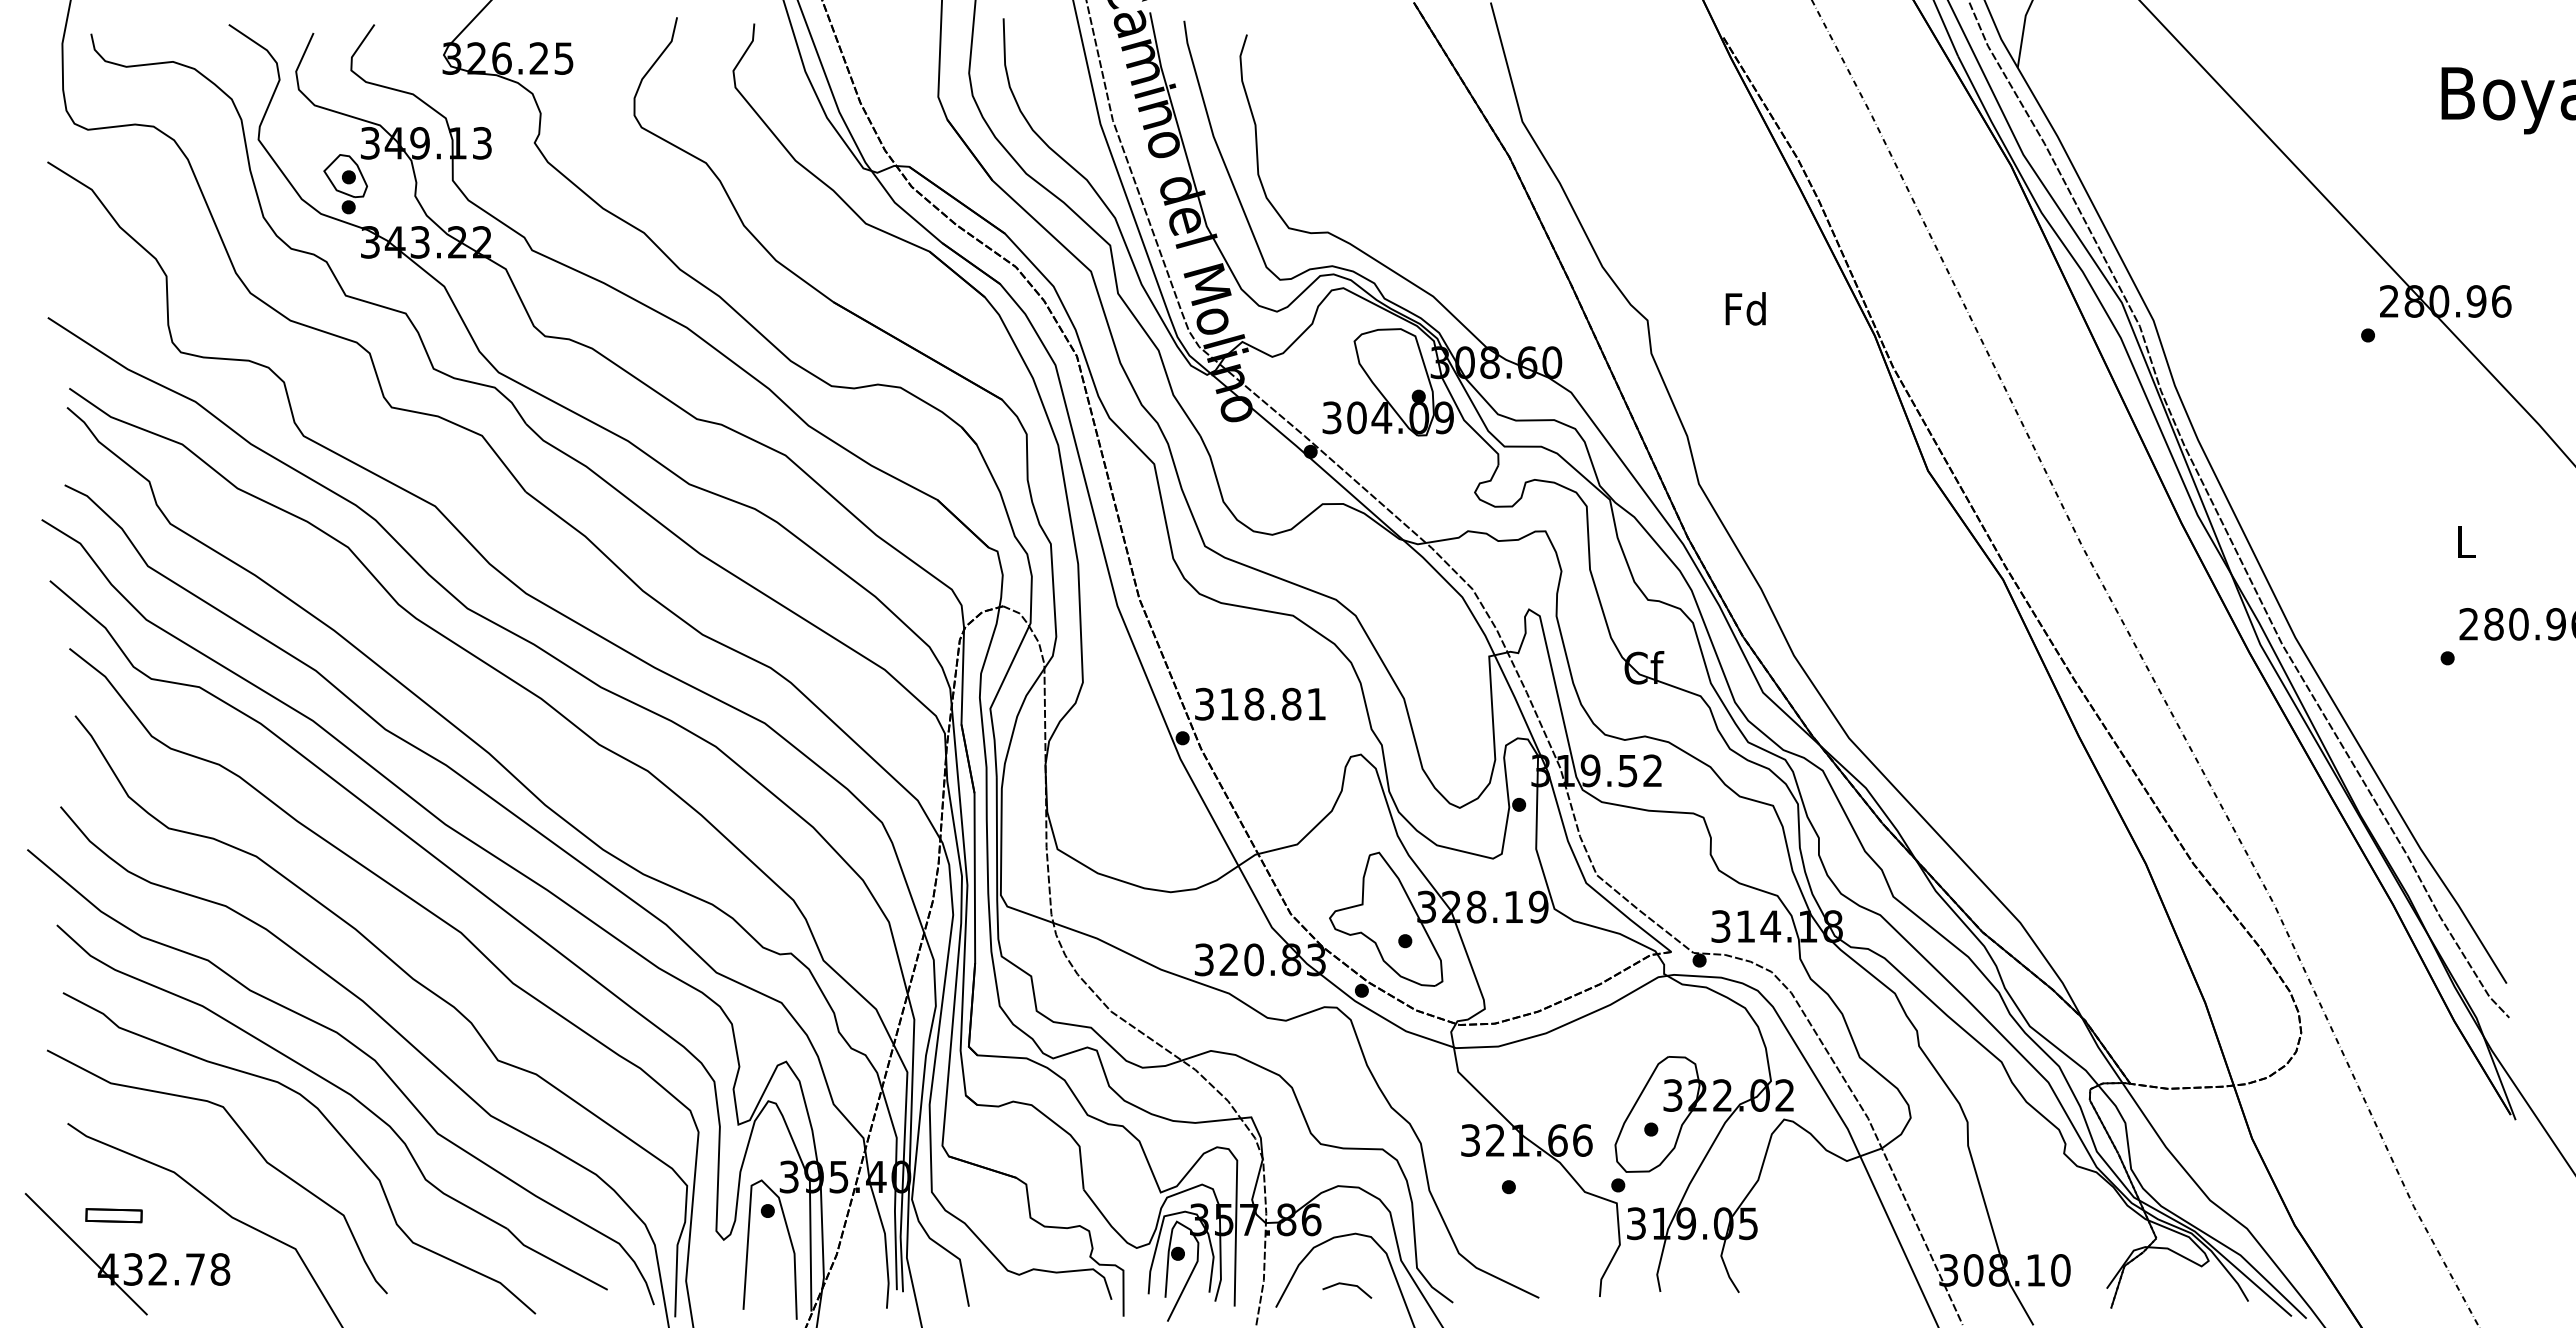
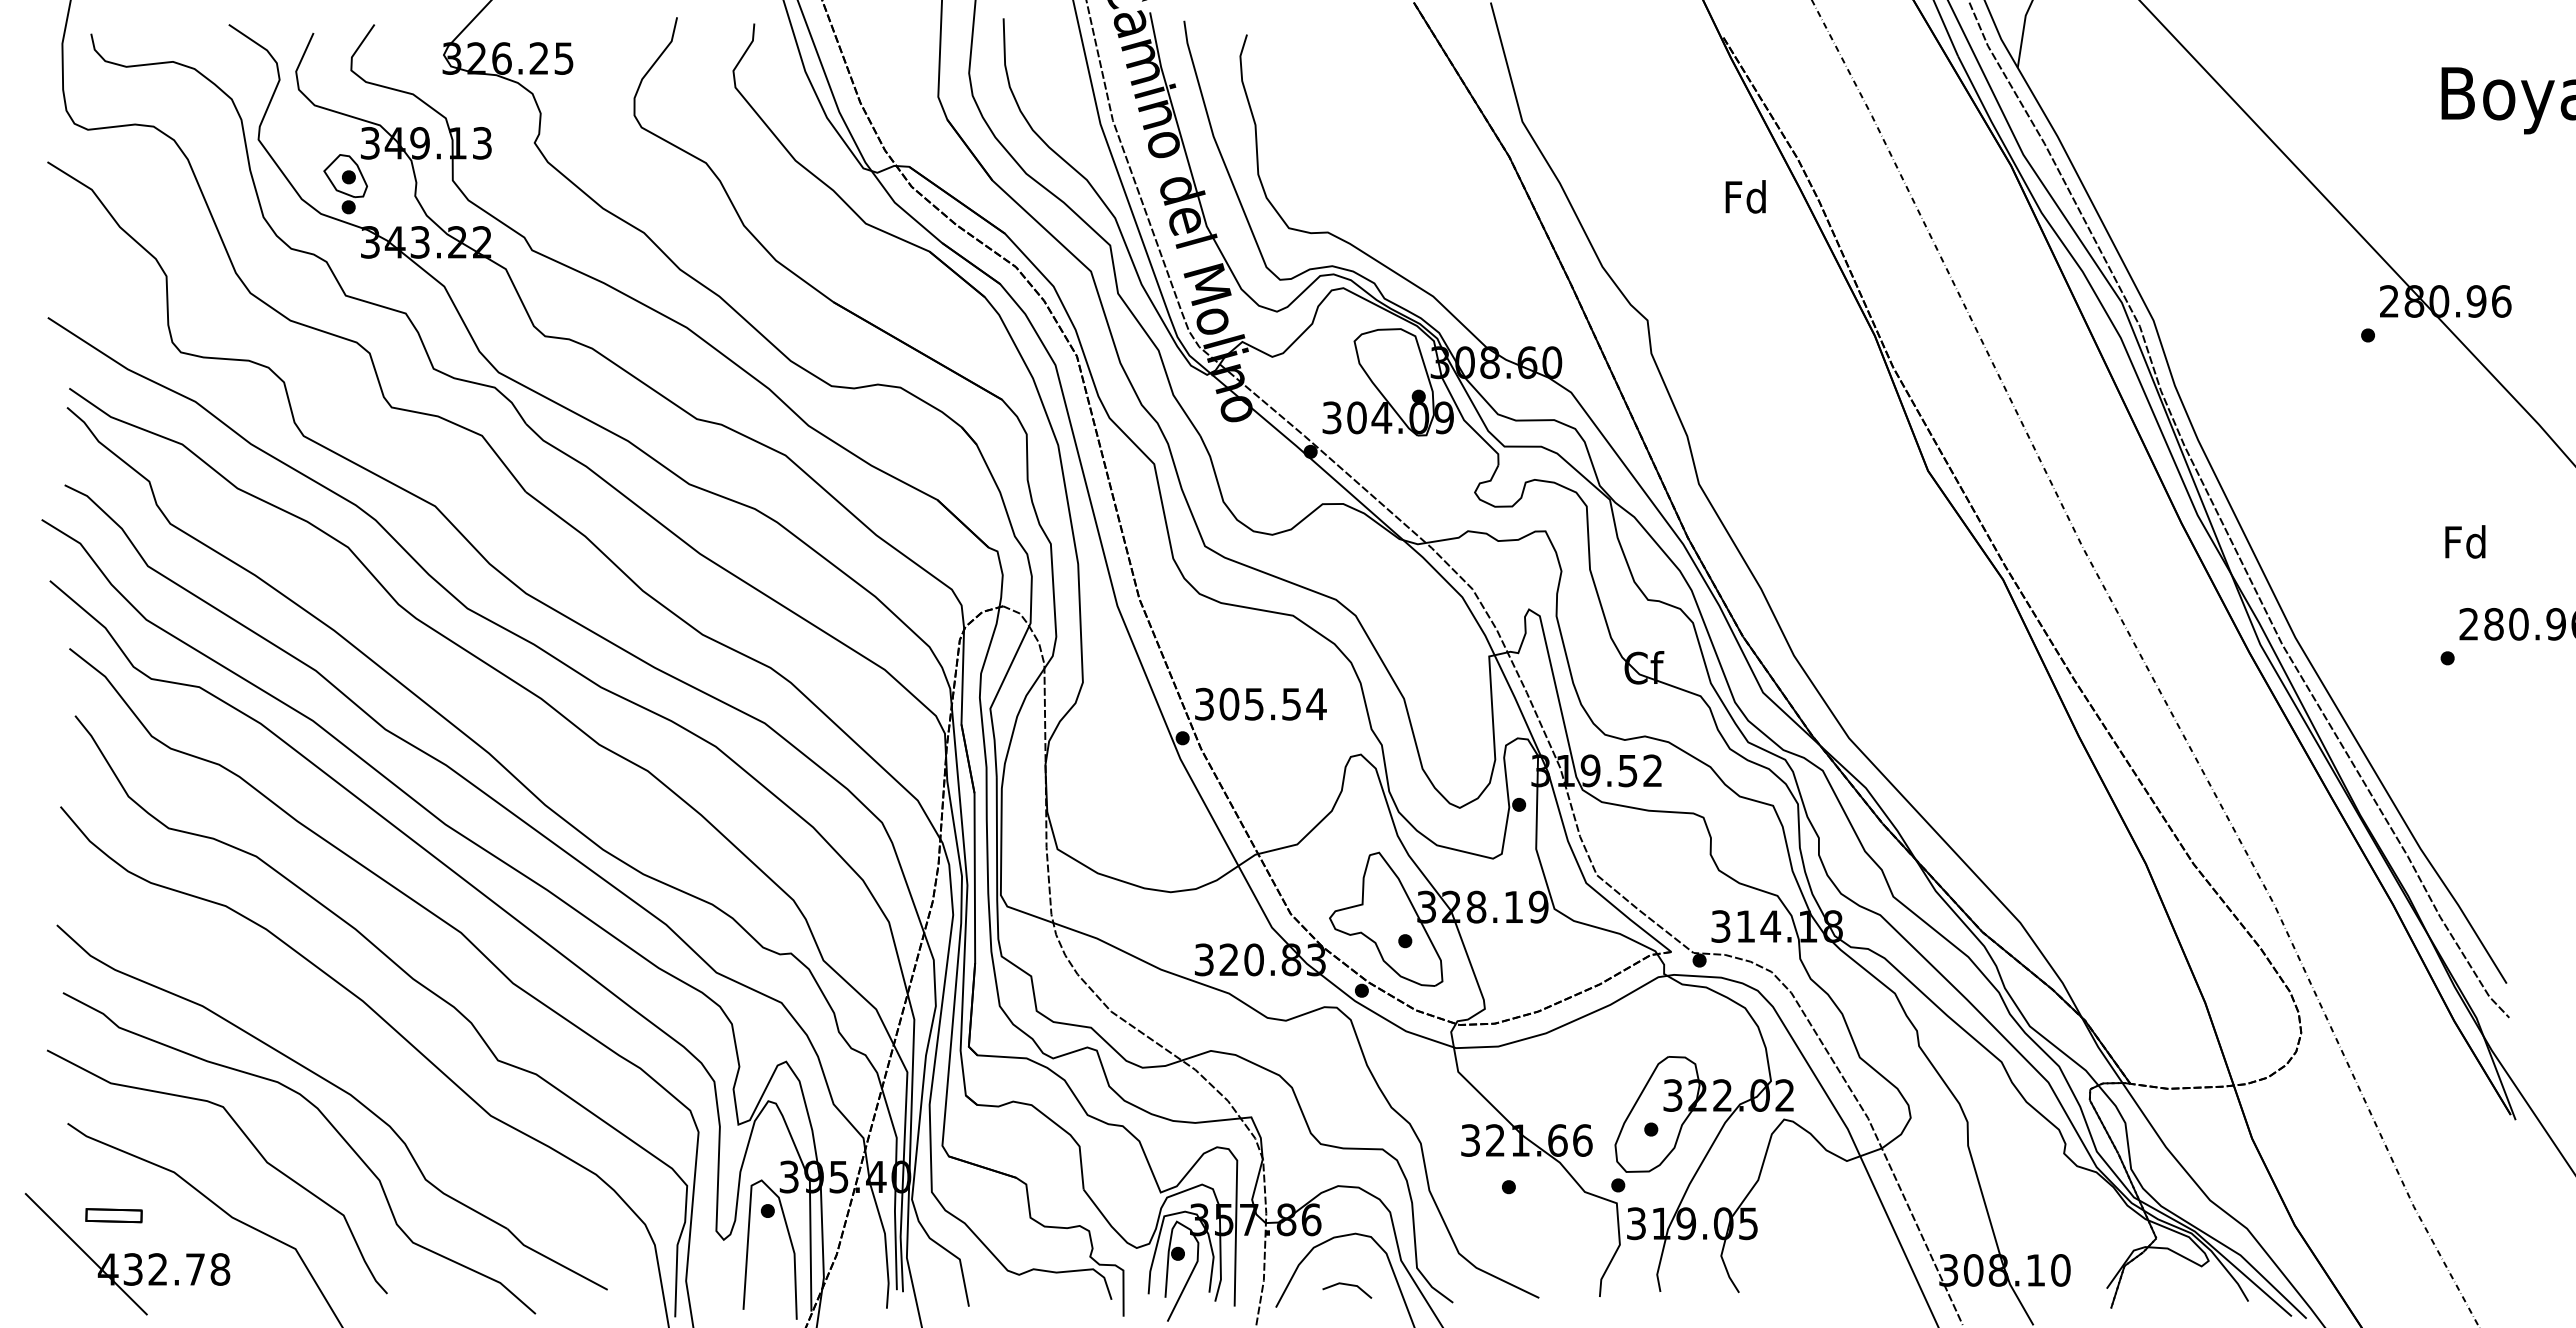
text at (1745, 308) position: (1745, 308) -> (1745, 196)
text at (2465, 541): L -> Fd
text at (1272, 703): 318.81 -> 305.54
curve at (360, 1051): present -> none
